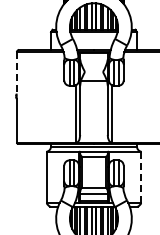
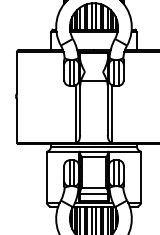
line at (16, 72): dashed -> solid
line at (141, 177): dashed -> solid
